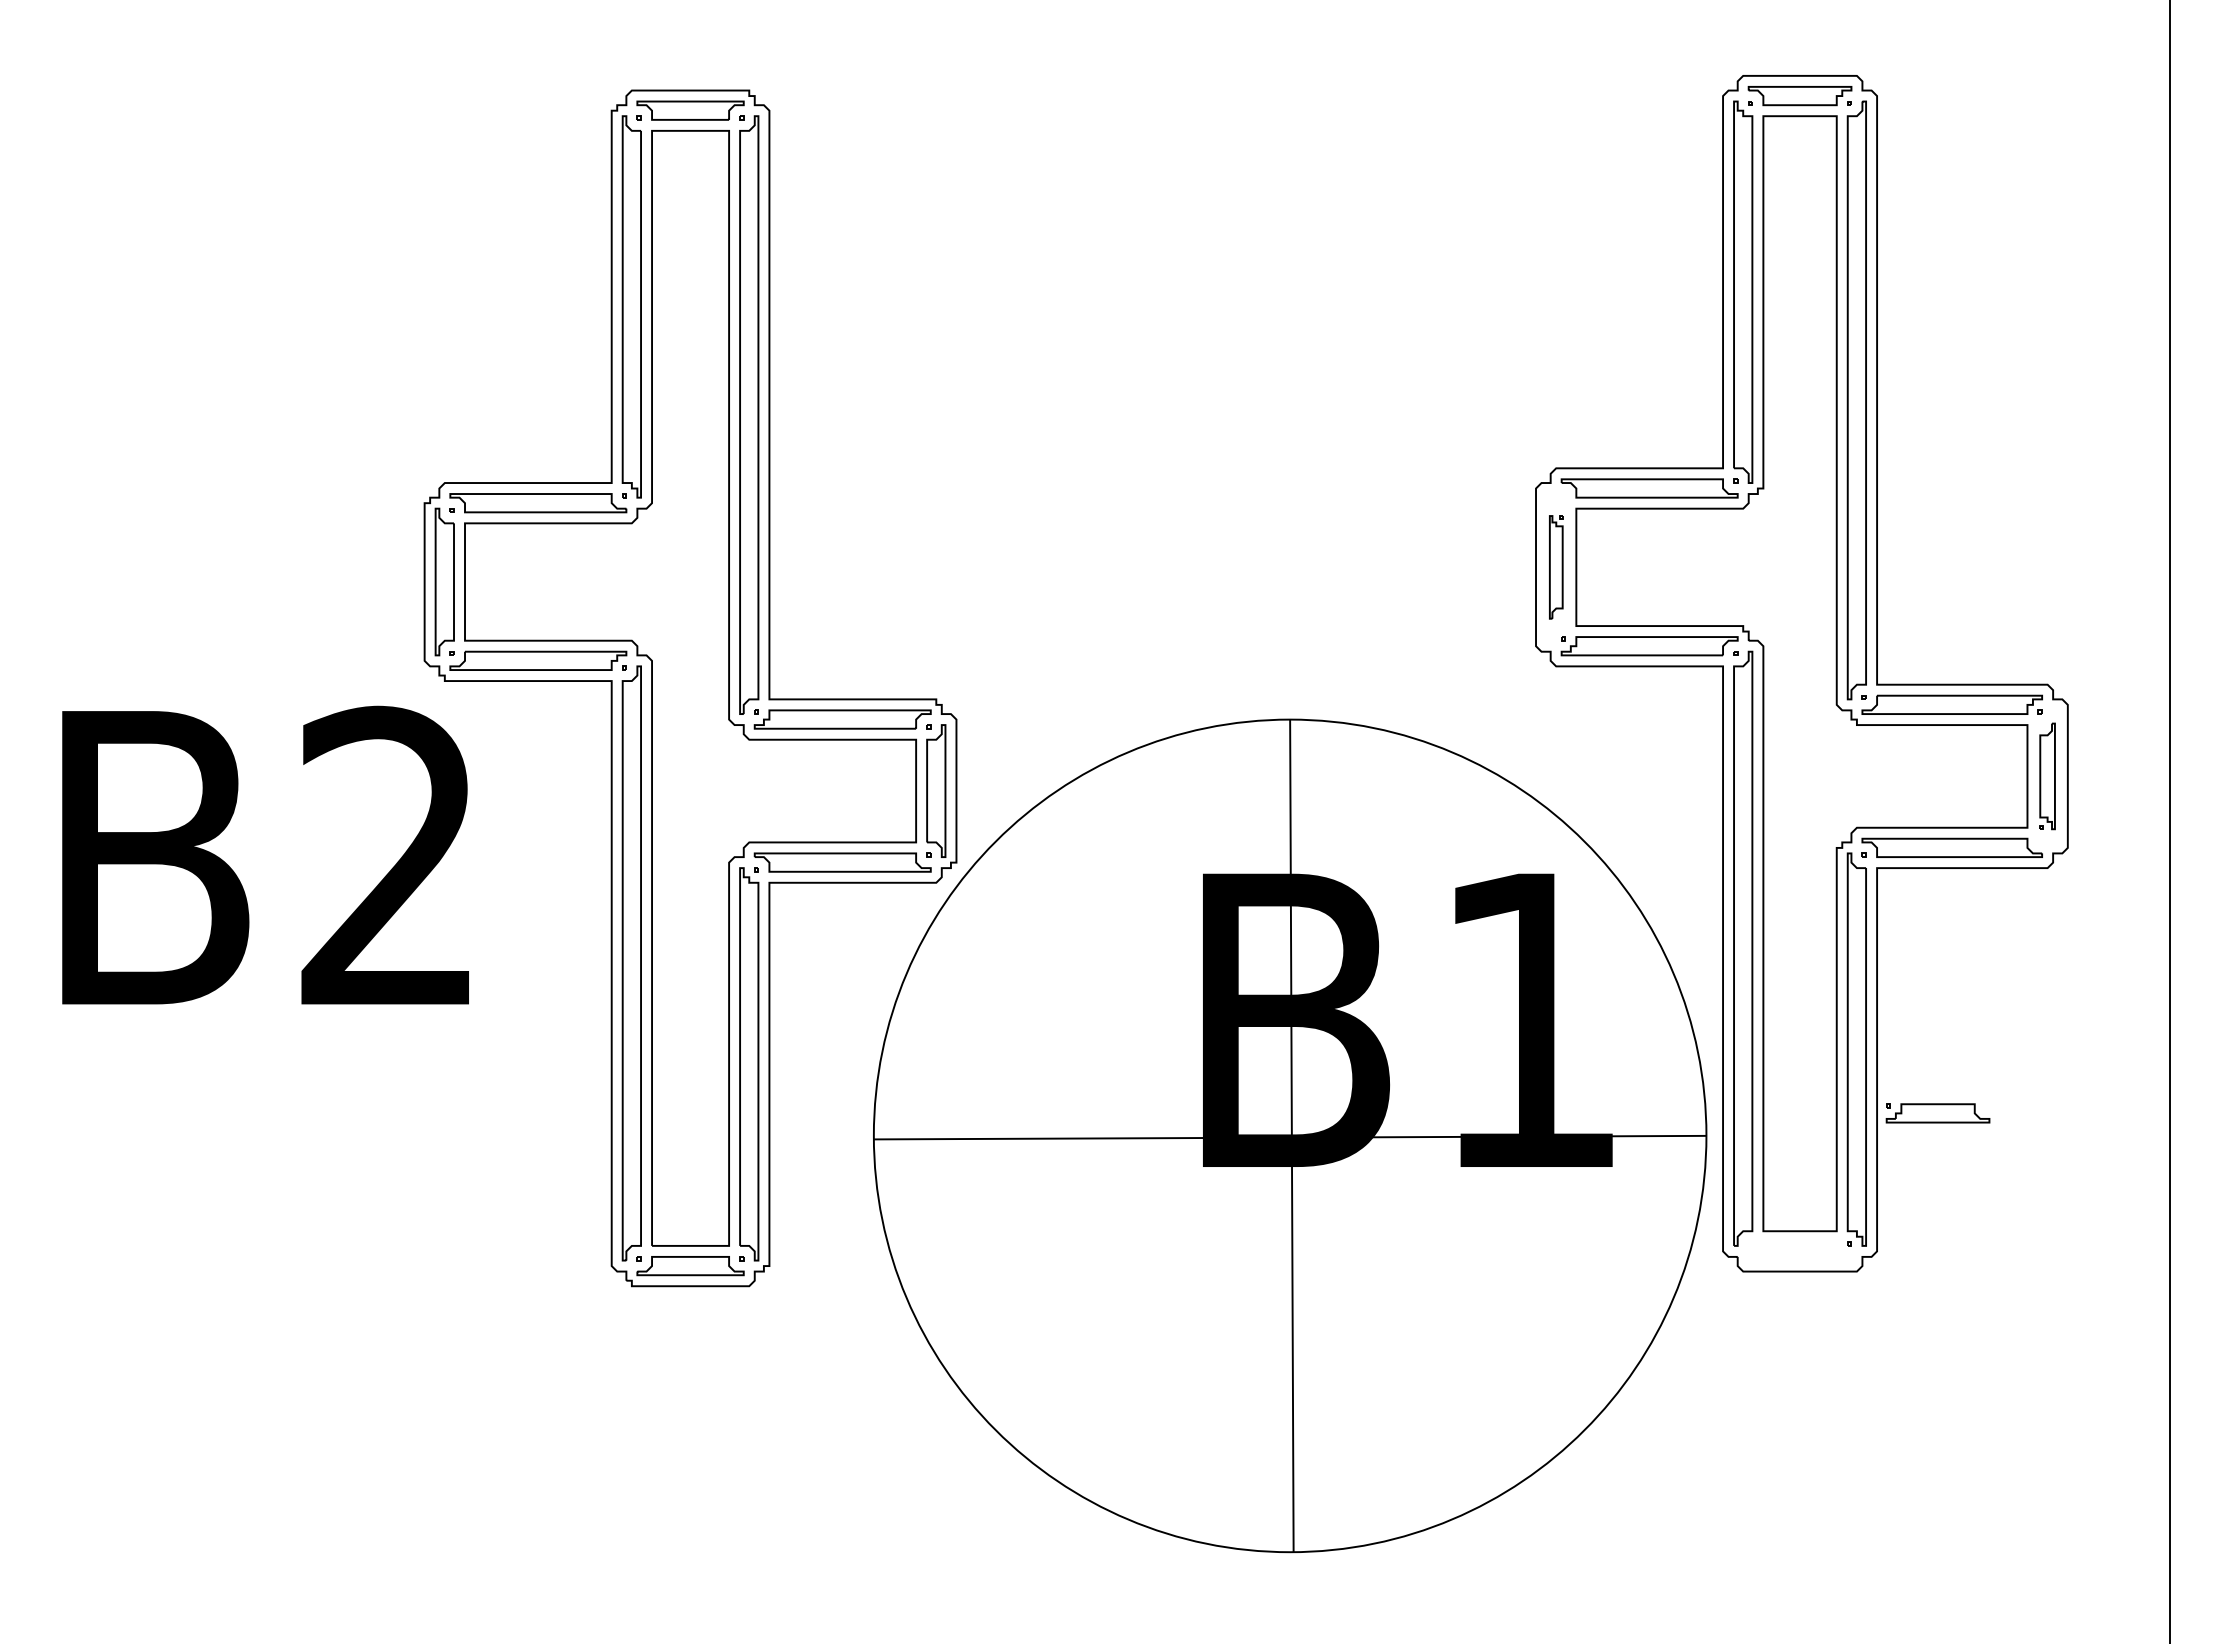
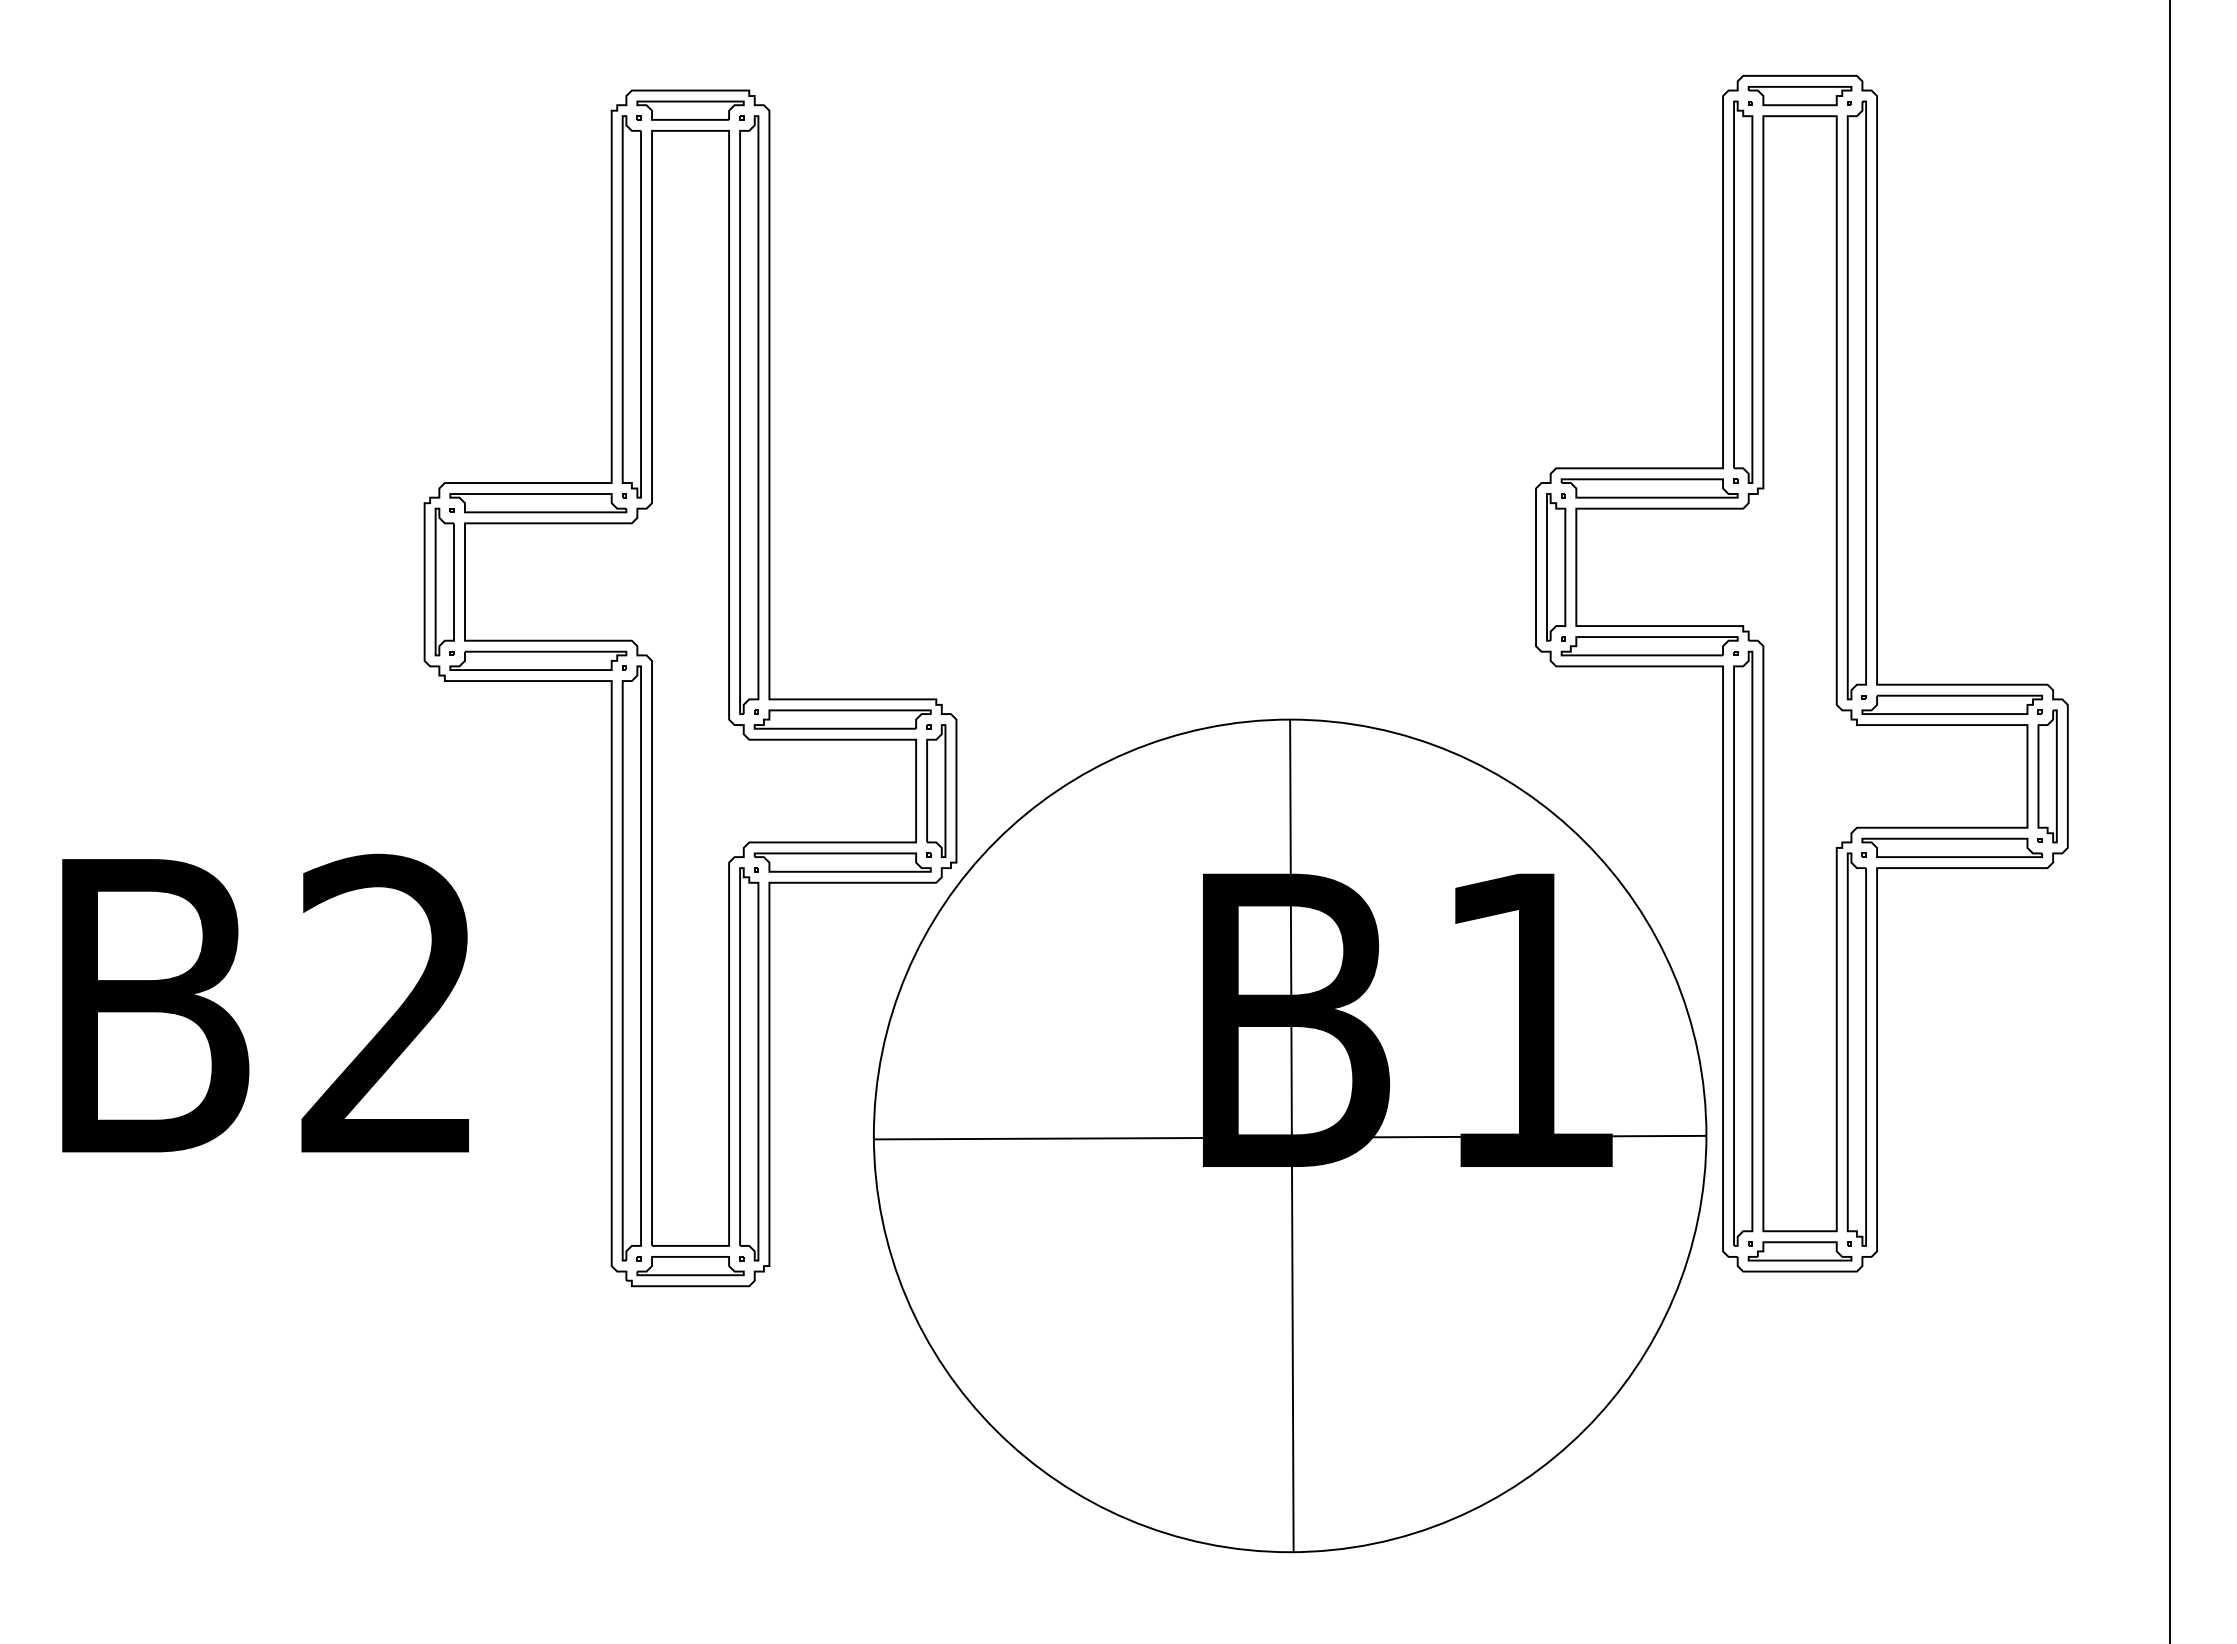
part at (1556, 567) size: 15x105 px -> 21x149 px
part at (2047, 776) size: 17x109 px -> 21x135 px
text at (265, 854) position: (265, 854) -> (265, 1002)
part at (1937, 1113) position: (1937, 1113) -> (1799, 1251)
